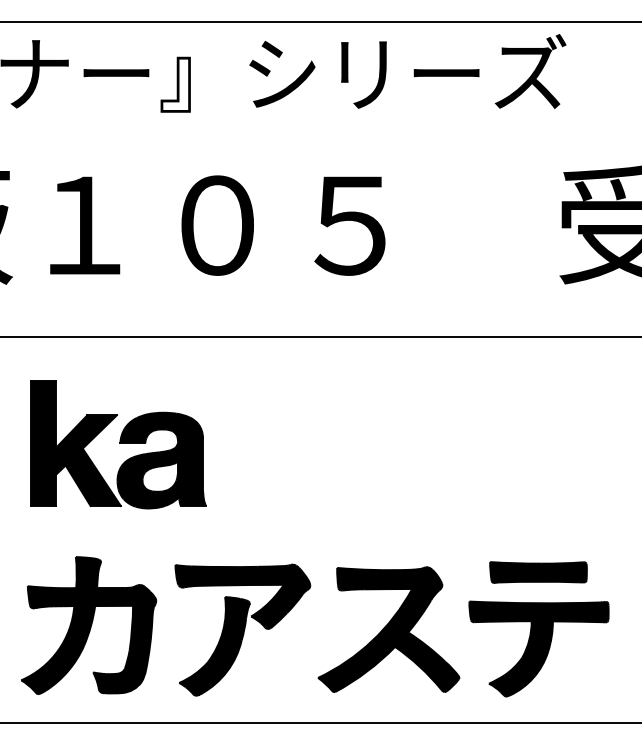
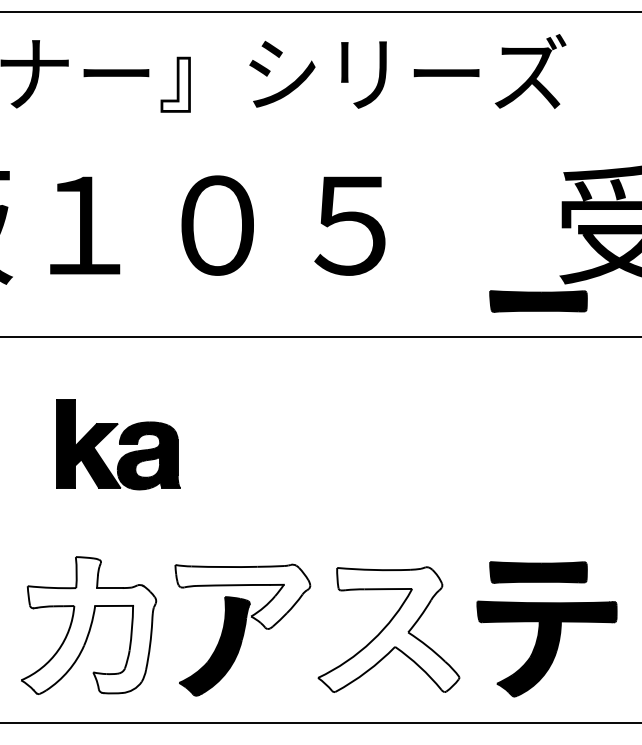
line at (320, 22) position: (320, 22) -> (320, 12)
part at (538, 301): none -> present
part at (118, 444) size: 177x130 px -> 125x92 px
fill at (242, 596): present -> none
fill at (88, 625): present -> none
fill at (388, 629): present -> none
part at (538, 648) position: (538, 648) -> (546, 648)
